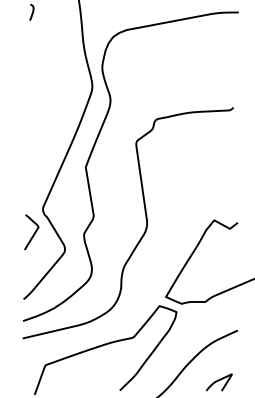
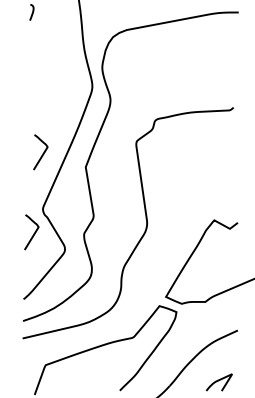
curve at (42, 153): none -> present
